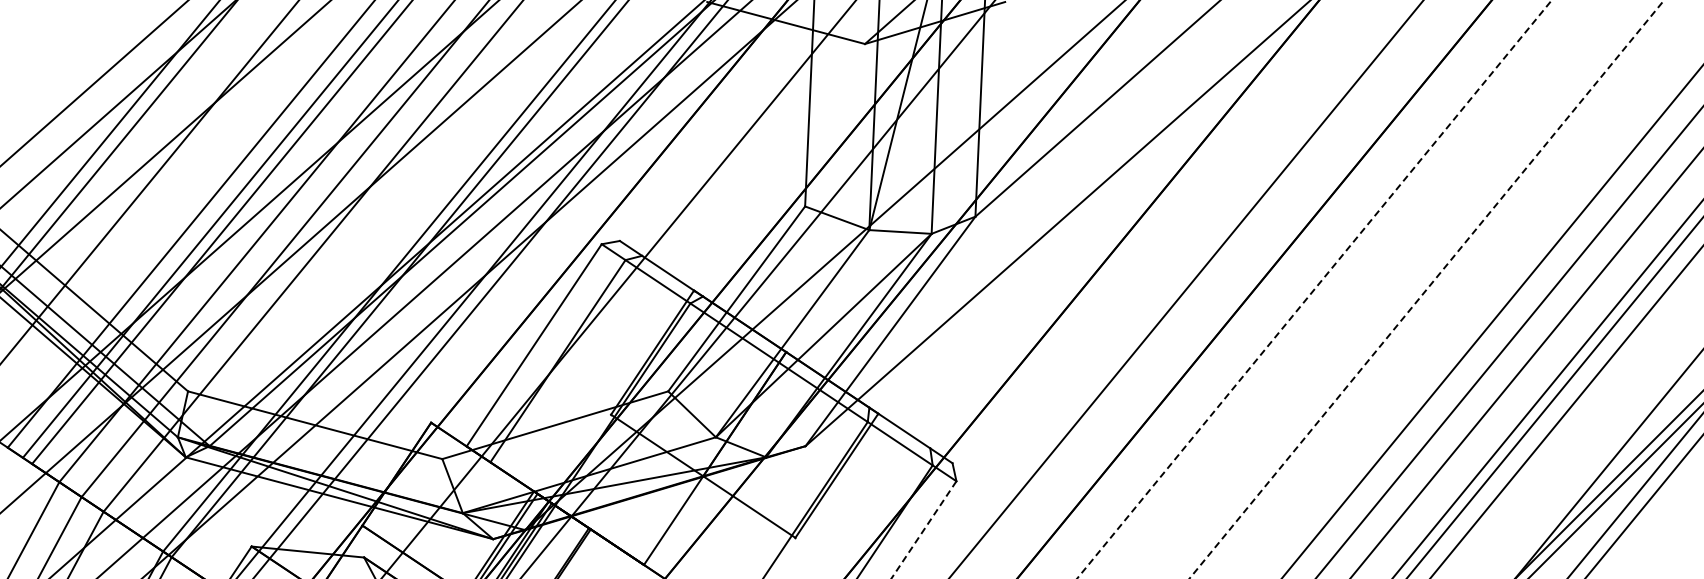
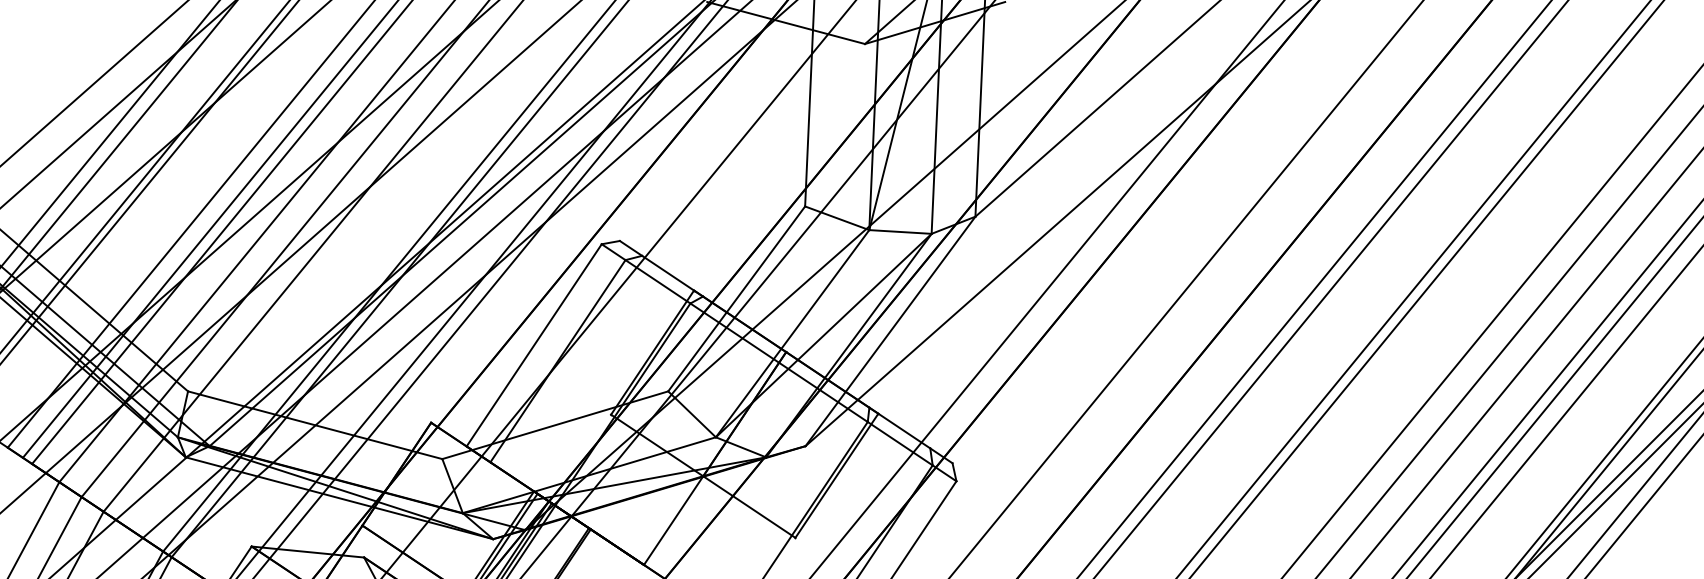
line at (145, 176): none -> present
line at (1047, 288): none -> present
line at (1331, 288): none -> present
line at (1413, 288): none -> present
line at (1314, 289): dashed -> solid
line at (1426, 289): dashed -> solid
line at (1604, 458): none -> present
line at (923, 530): dashed -> solid
